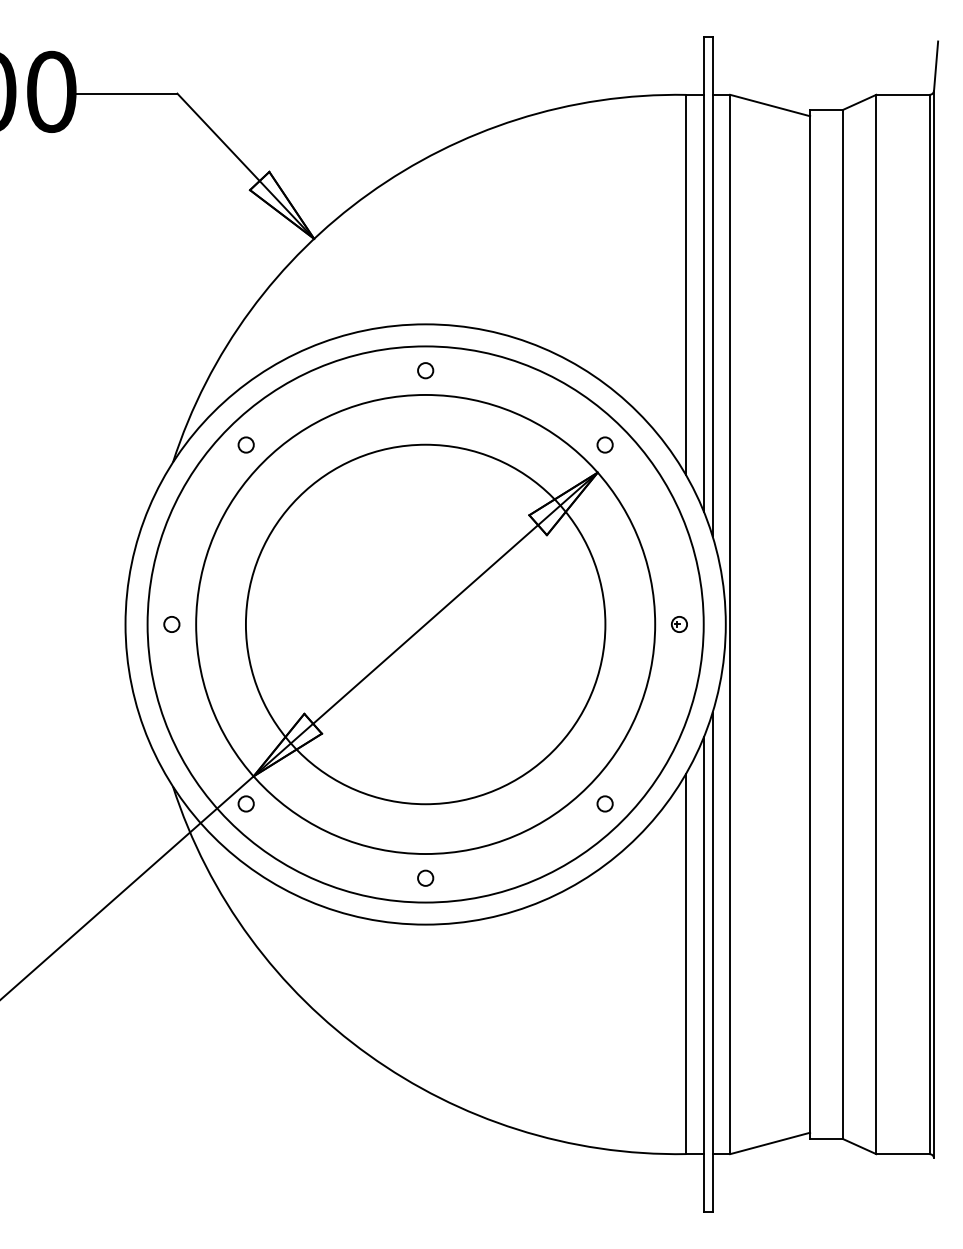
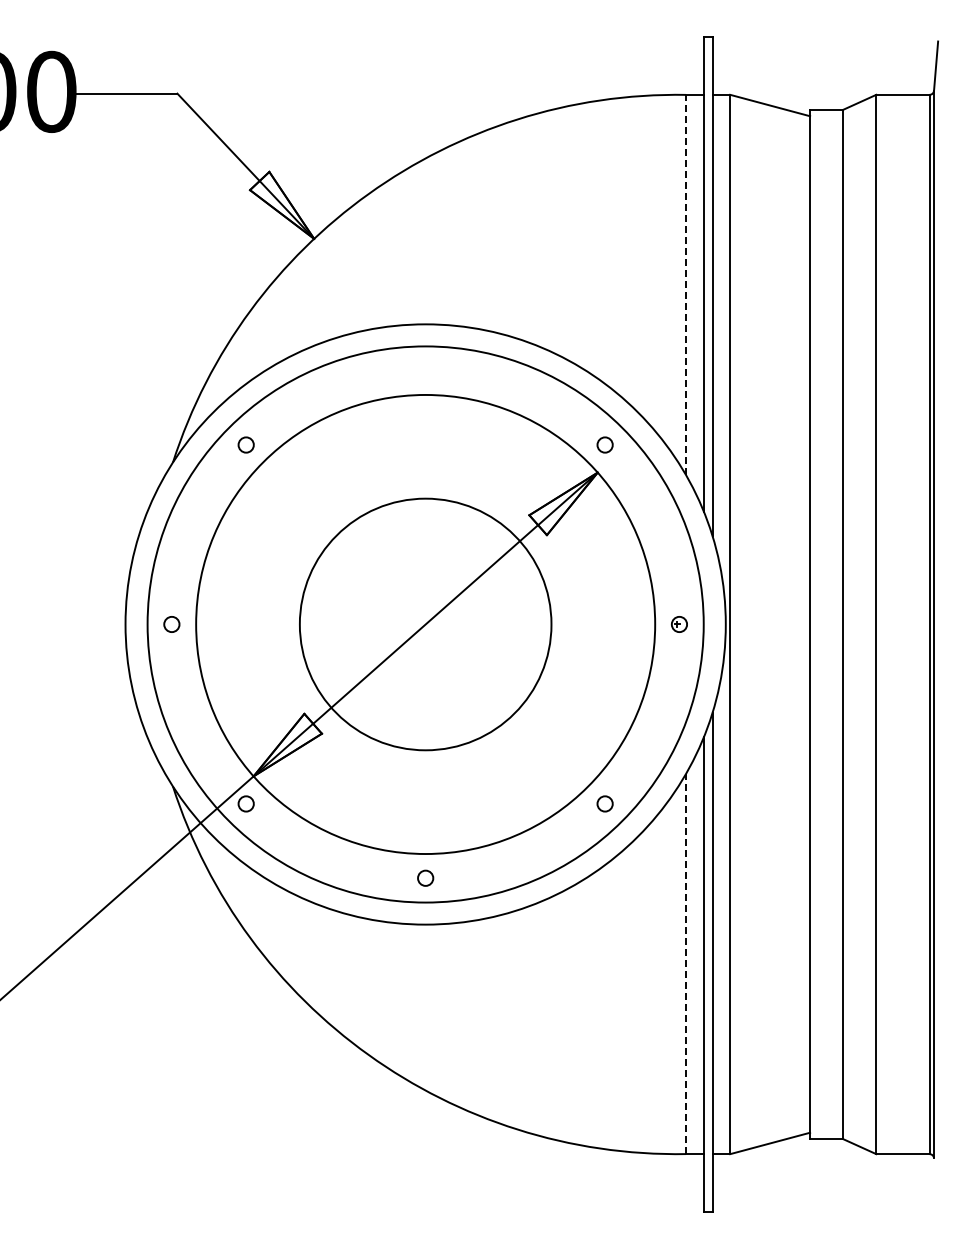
line at (686, 284): solid -> dashed
circle at (425, 370): present -> none
circle at (425, 624) diameter: 359 px -> 252 px
line at (686, 963): solid -> dashed
